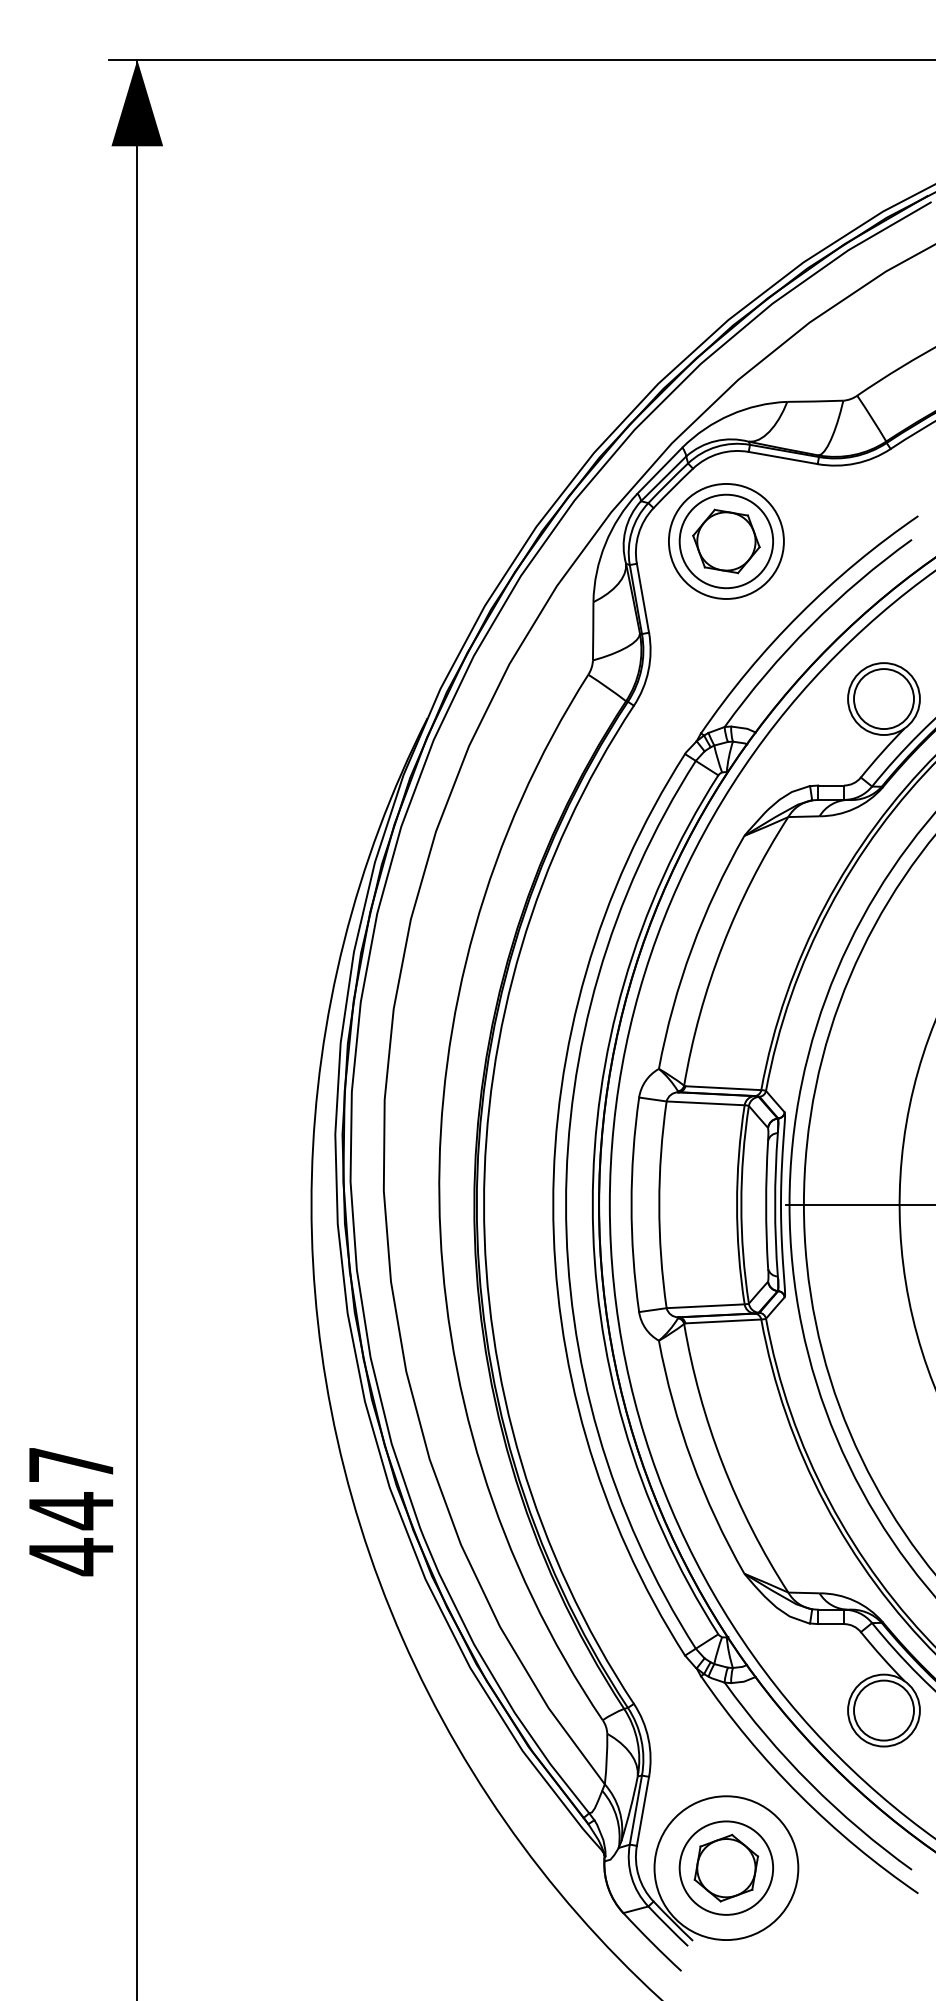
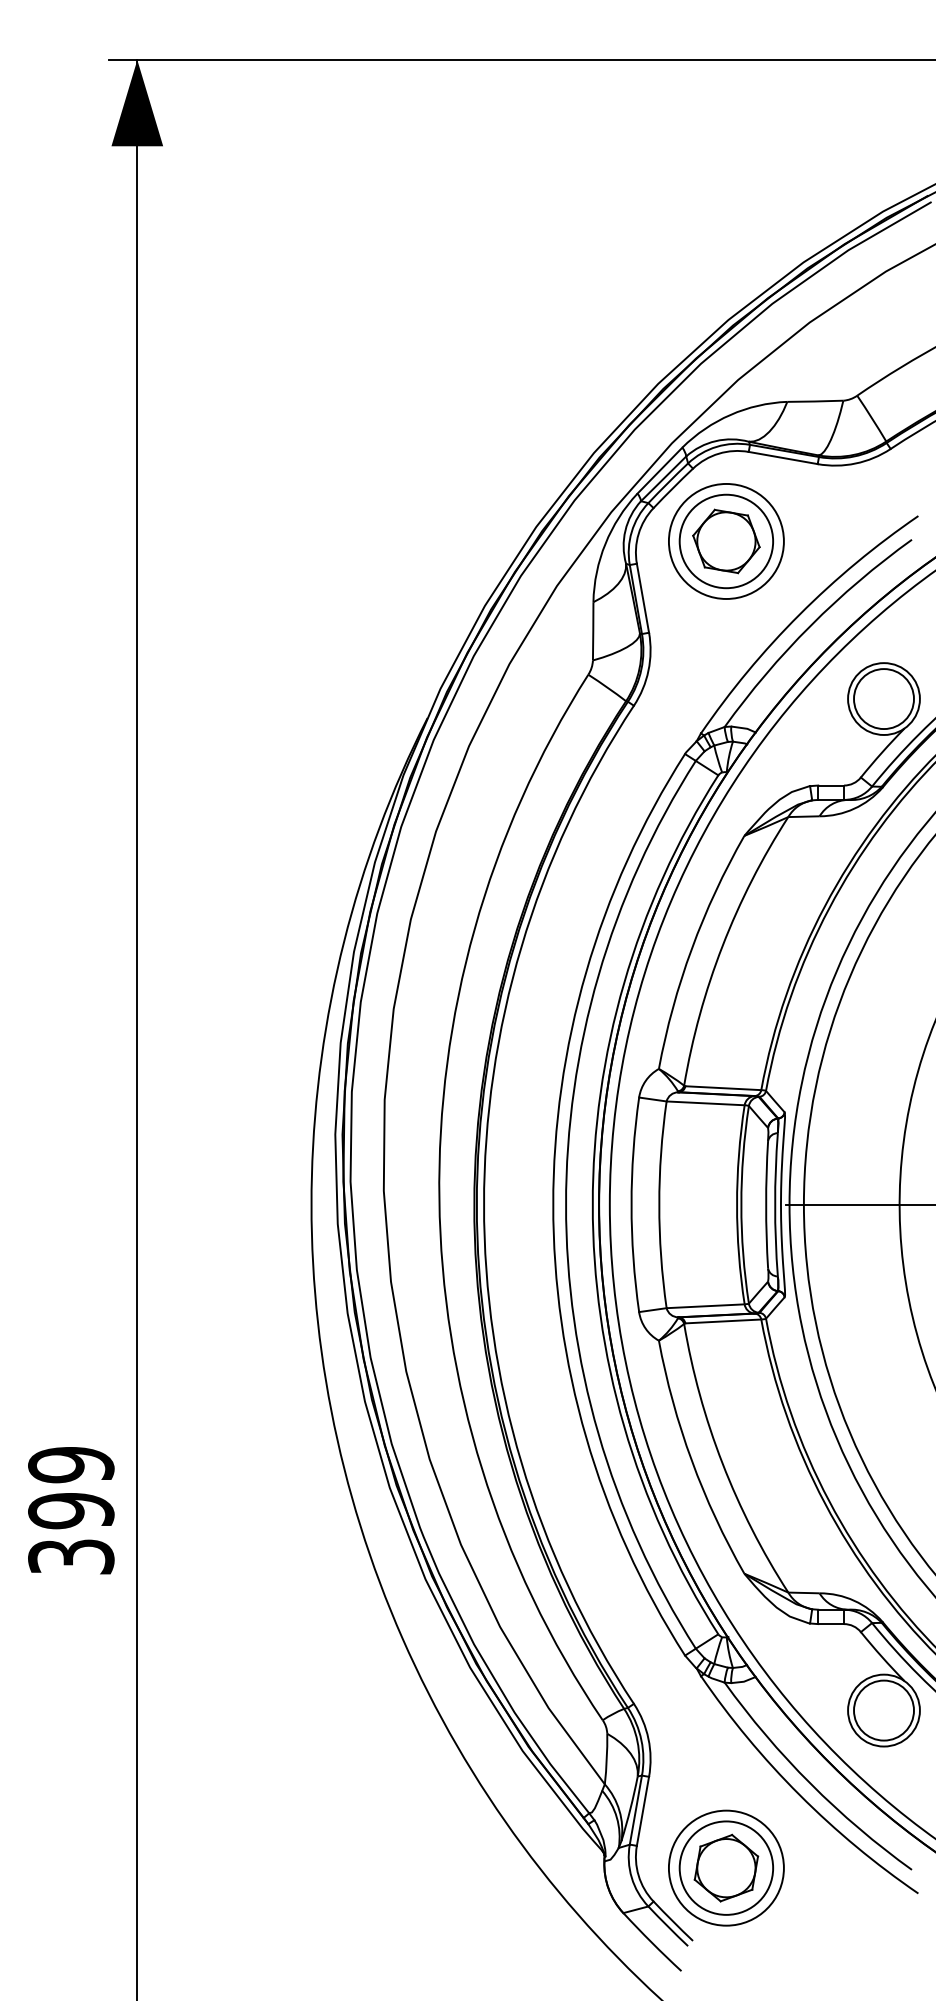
text at (71, 1511): 447 -> 399
circle at (726, 1868) diameter: 144 px -> 115 px
